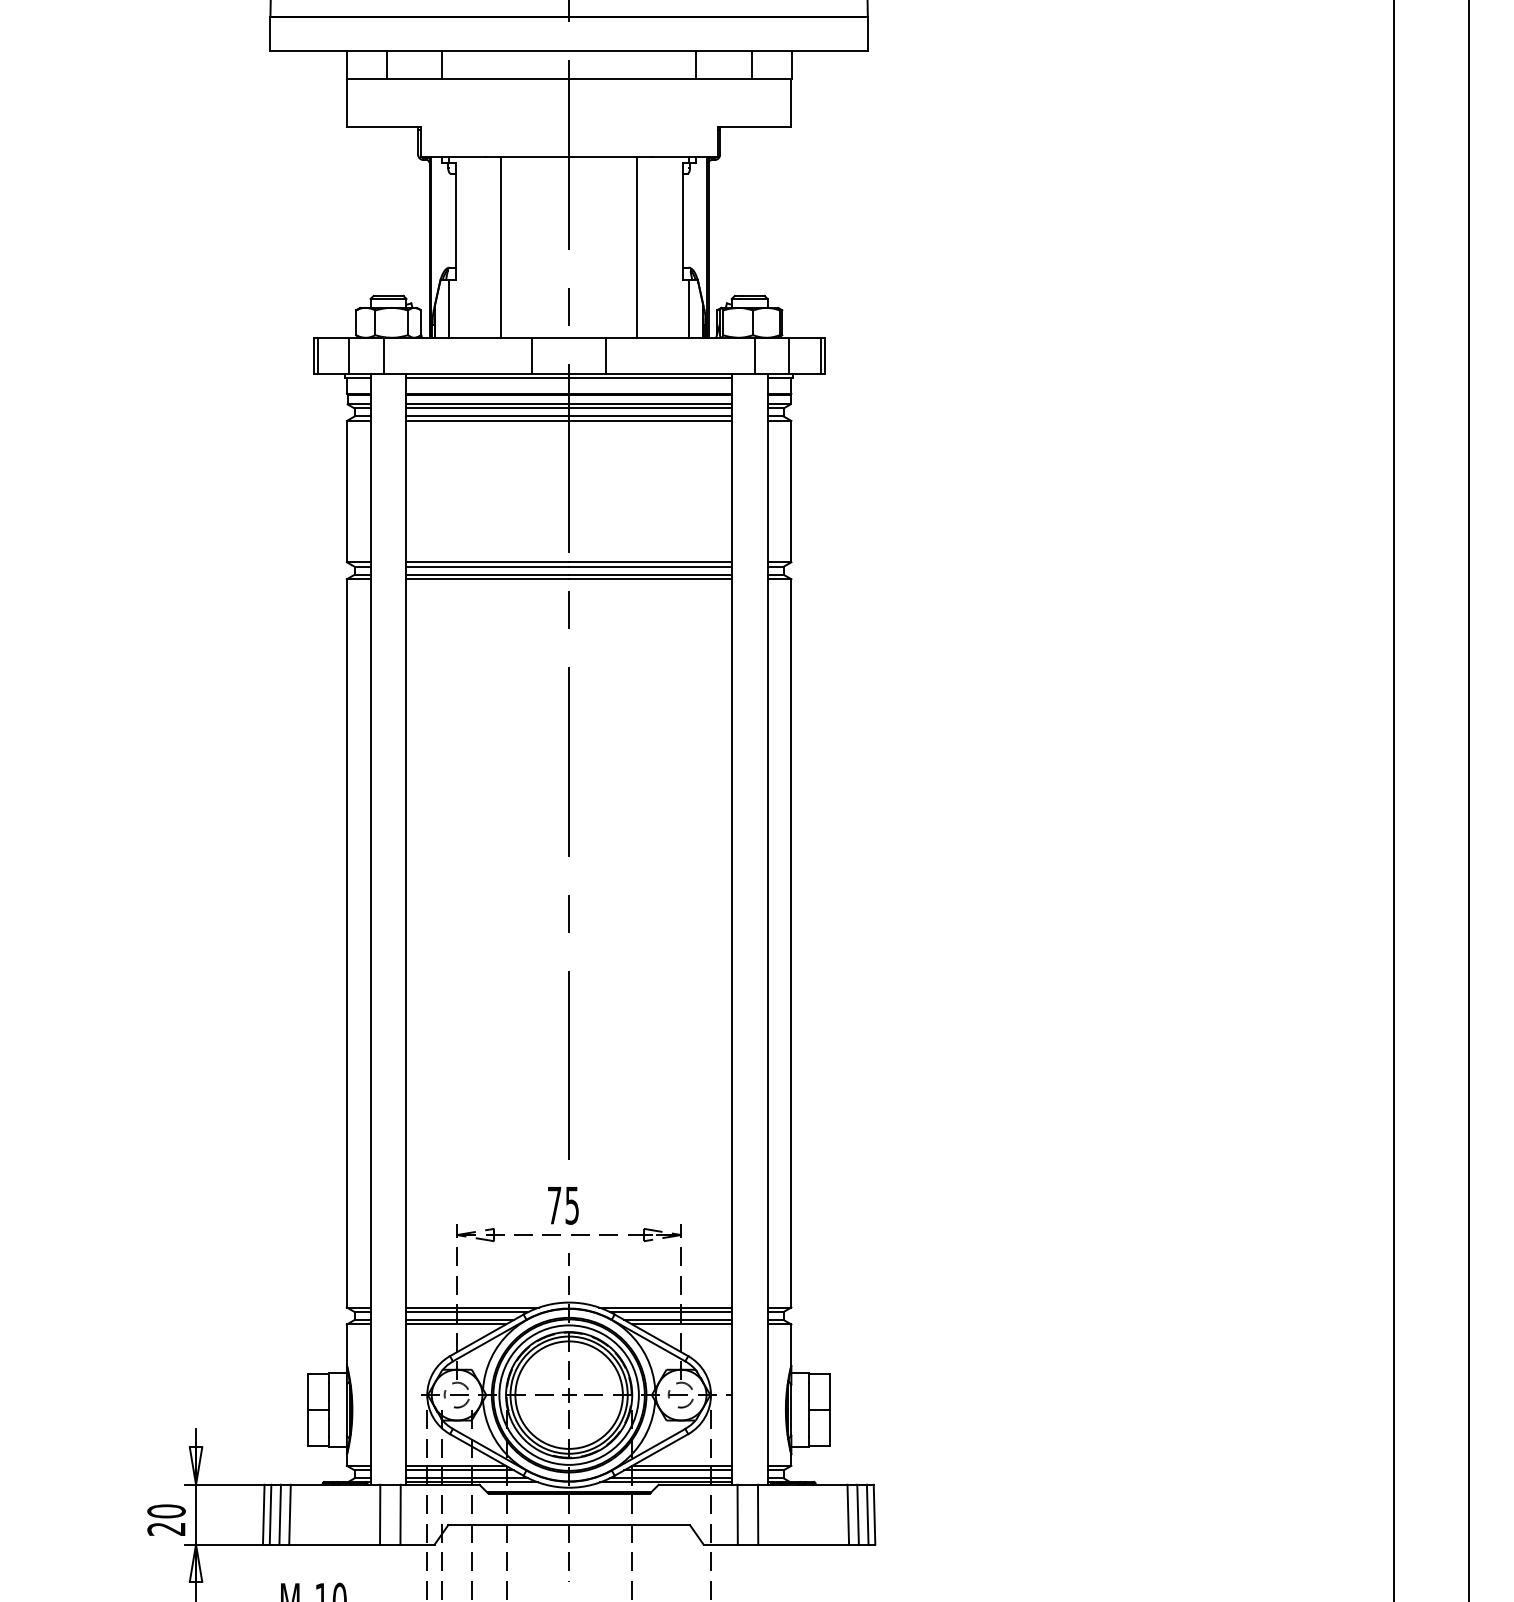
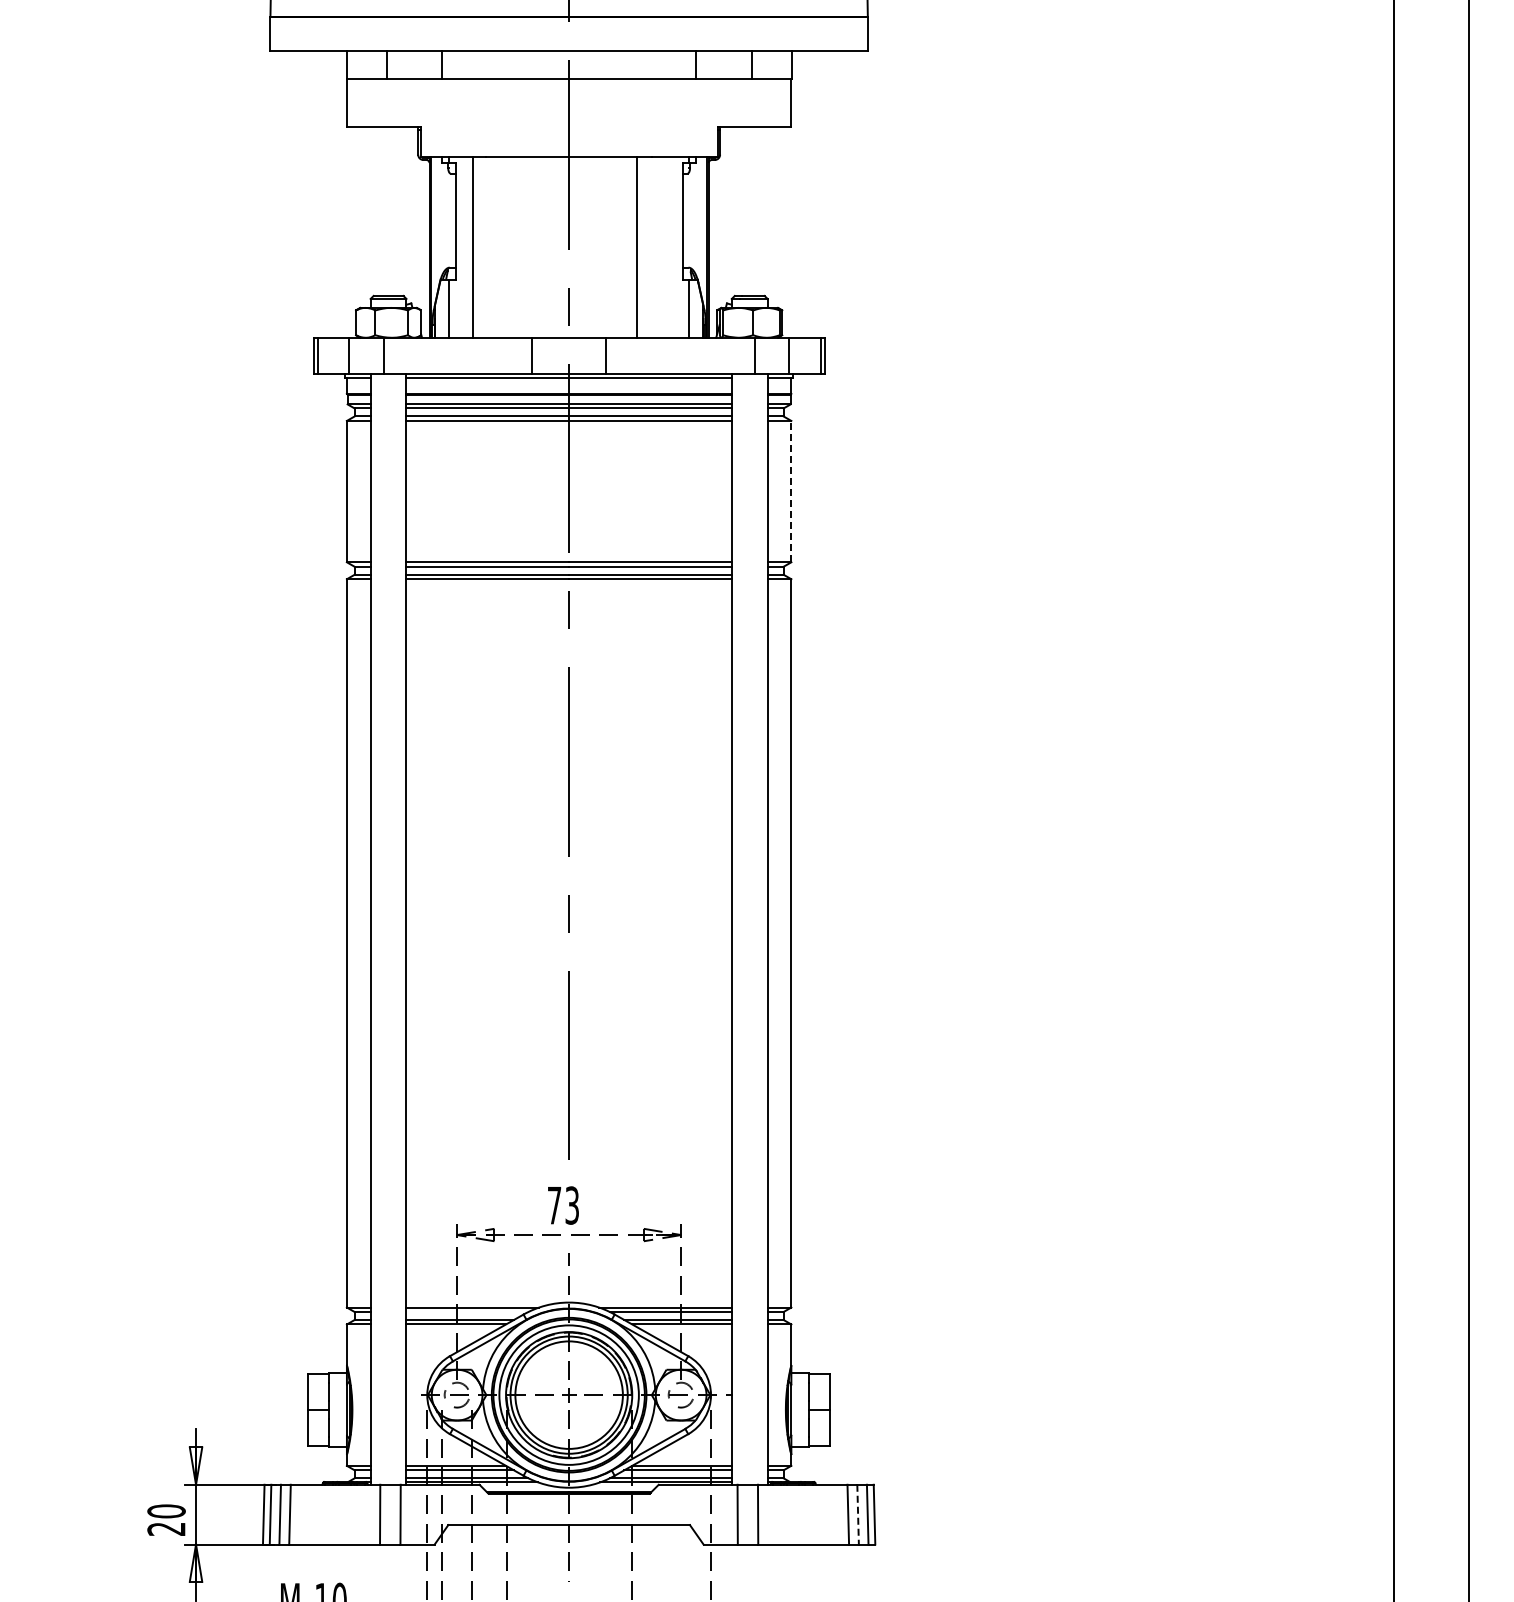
line at (501, 247) position: (501, 247) -> (473, 247)
line at (791, 491): solid -> dashed
text at (572, 1205): 75 -> 73
line at (467, 1312): present -> none
line at (858, 1514): solid -> dashed
